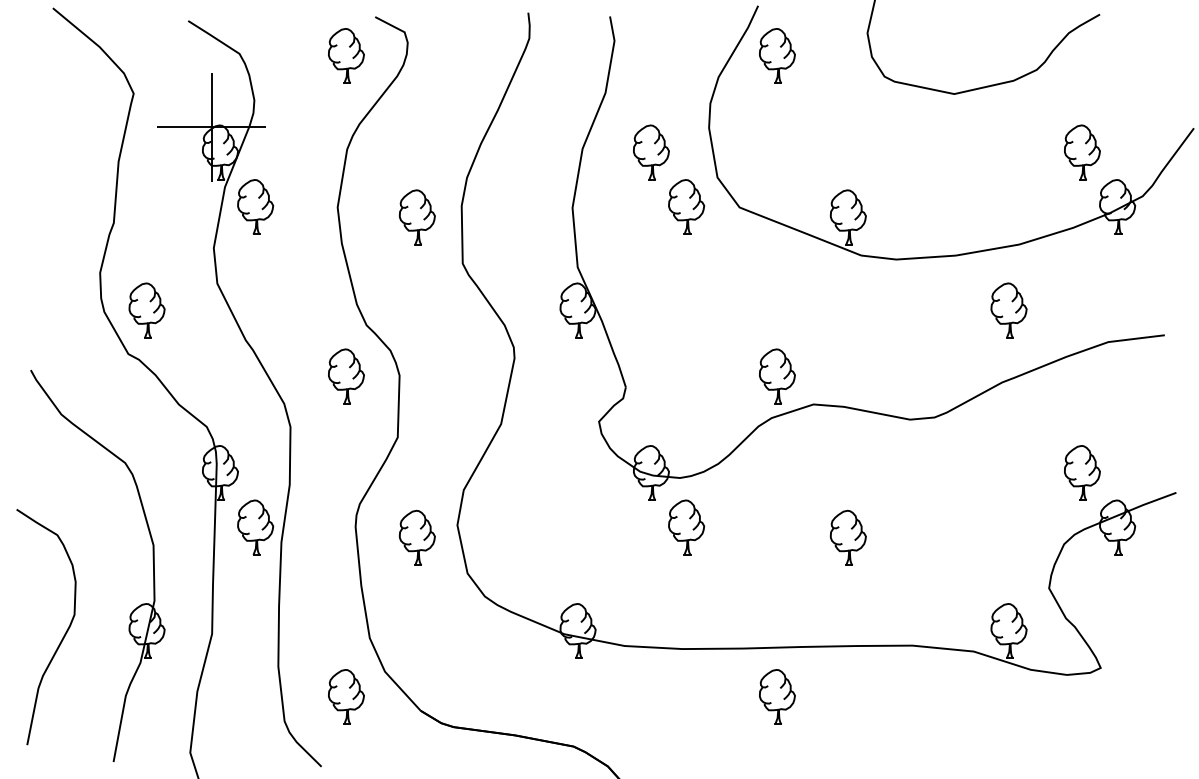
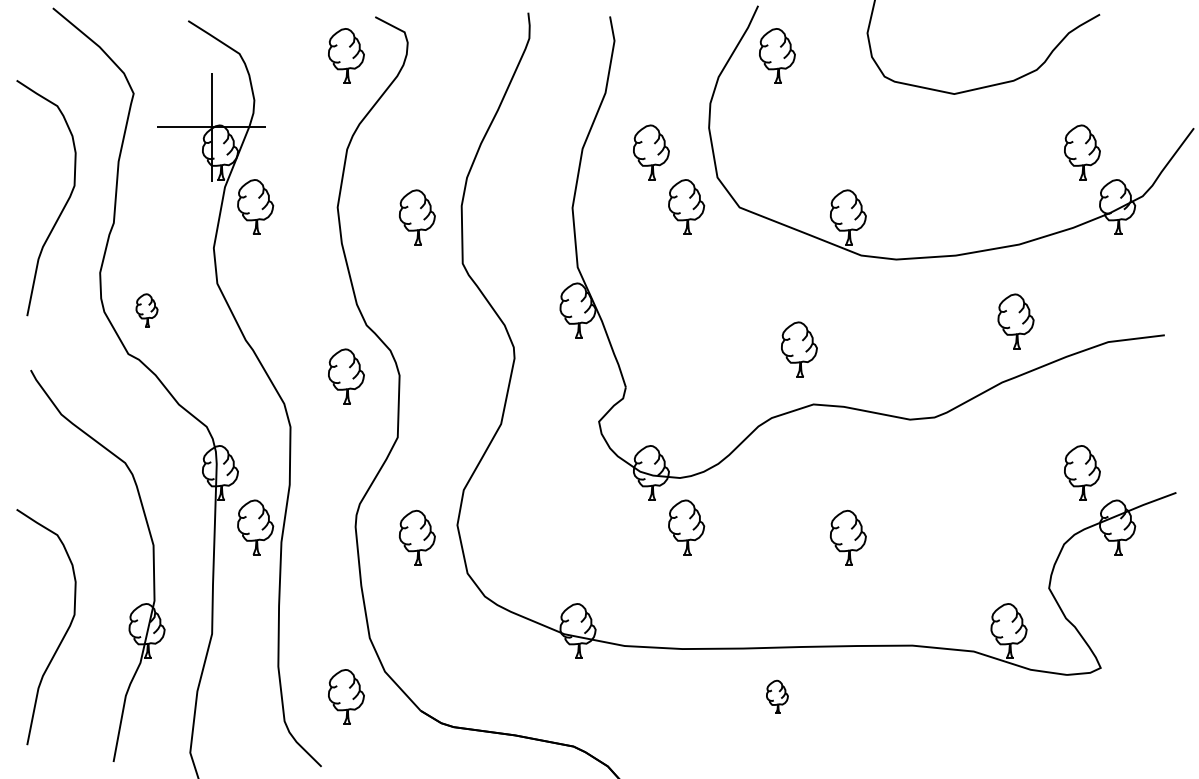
curve at (63, 206): none -> present
part at (146, 310) size: 38x57 px -> 24x35 px
part at (1008, 310) position: (1008, 310) -> (1015, 321)
part at (777, 376) position: (777, 376) -> (799, 349)
part at (777, 696) size: 37x56 px -> 23x35 px
